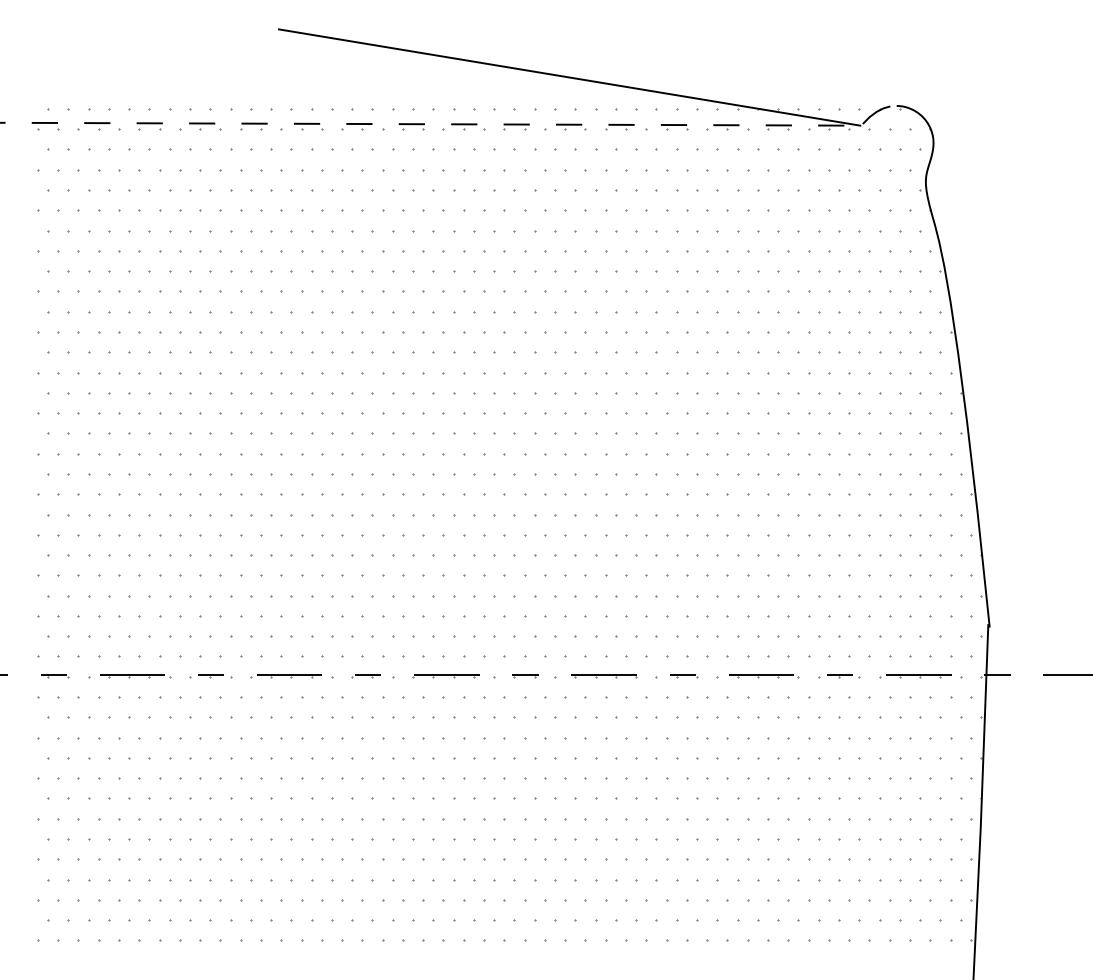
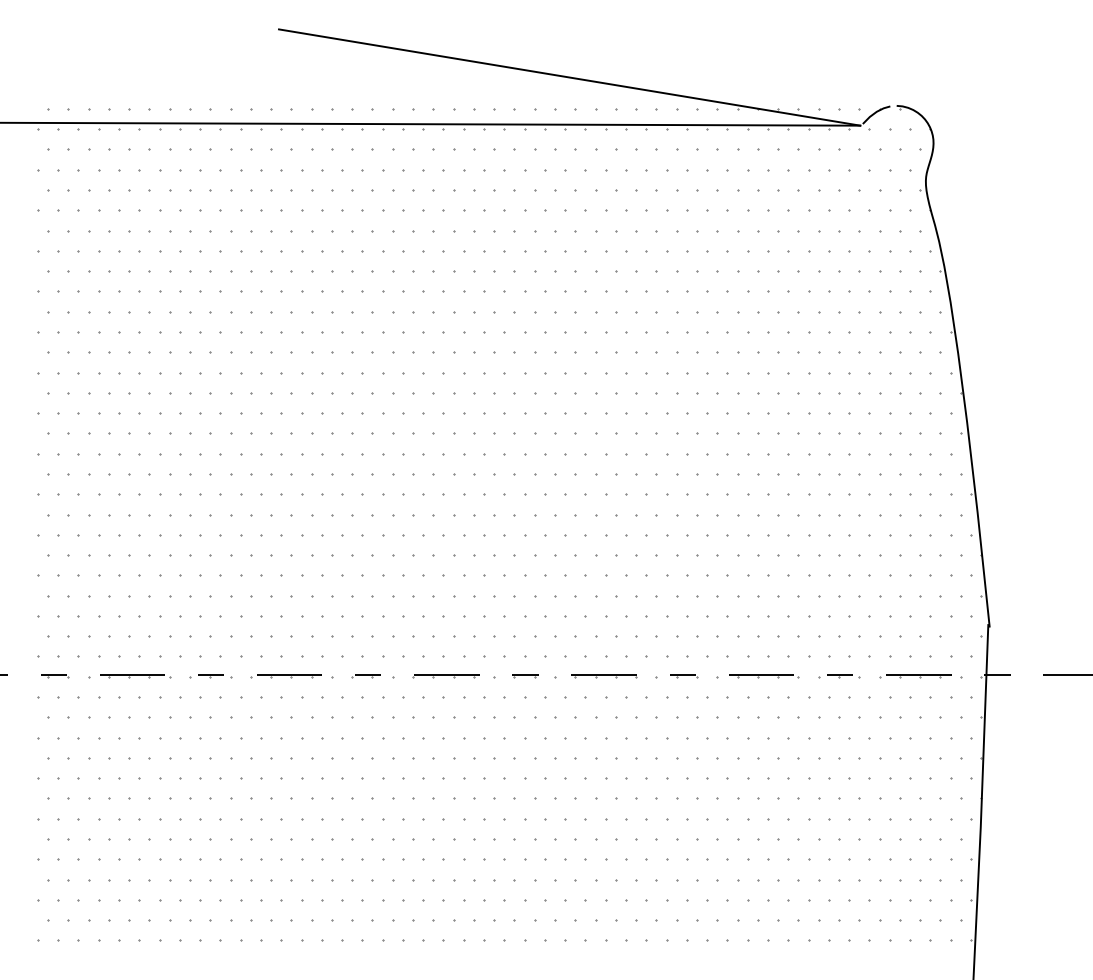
line at (430, 124): dashed -> solid
